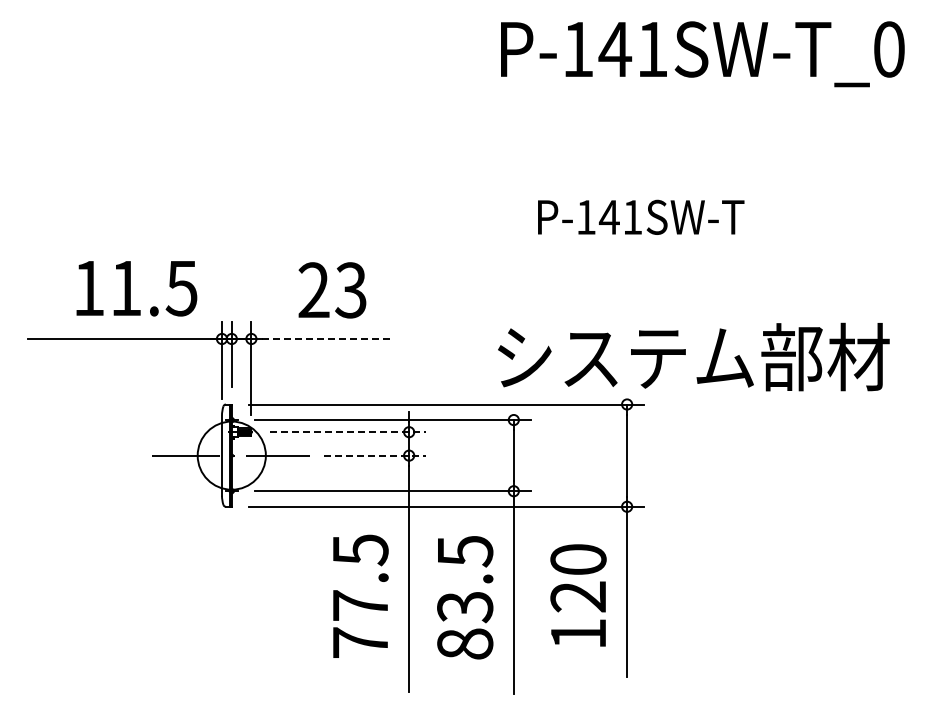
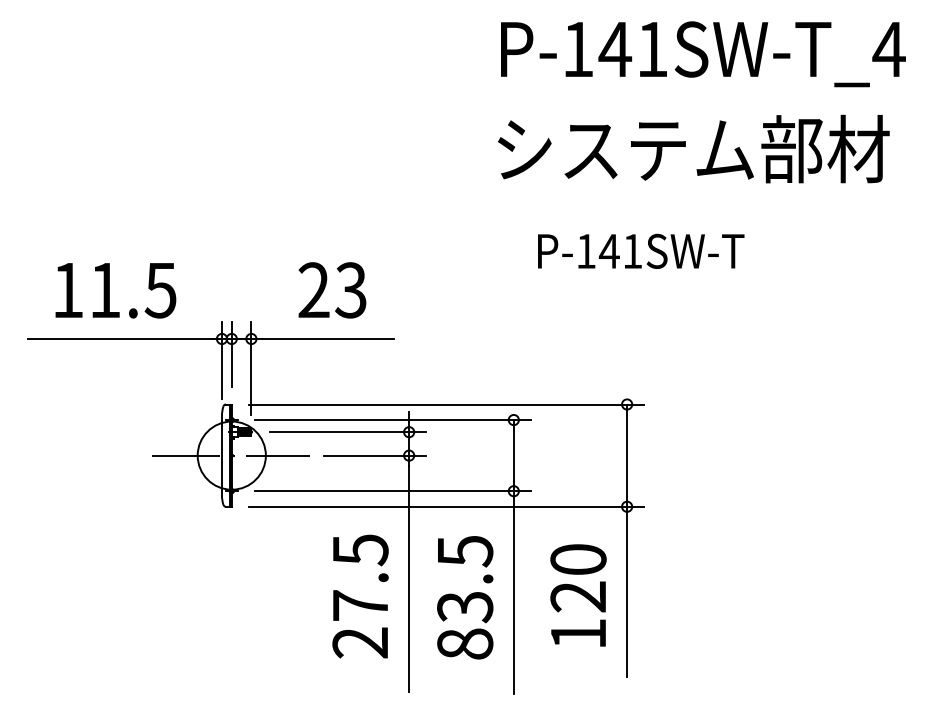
text at (888, 49): P-141SW-T_0 -> P-141SW-T_4
text at (641, 216) position: (641, 216) -> (641, 250)
text at (136, 288) position: (136, 288) -> (115, 290)
line at (328, 338): dashed -> solid
text at (693, 356) position: (693, 356) -> (693, 148)
line at (348, 432): dashed -> solid
line at (375, 455): dashed -> solid
text at (359, 642): 77.5 -> 27.5
